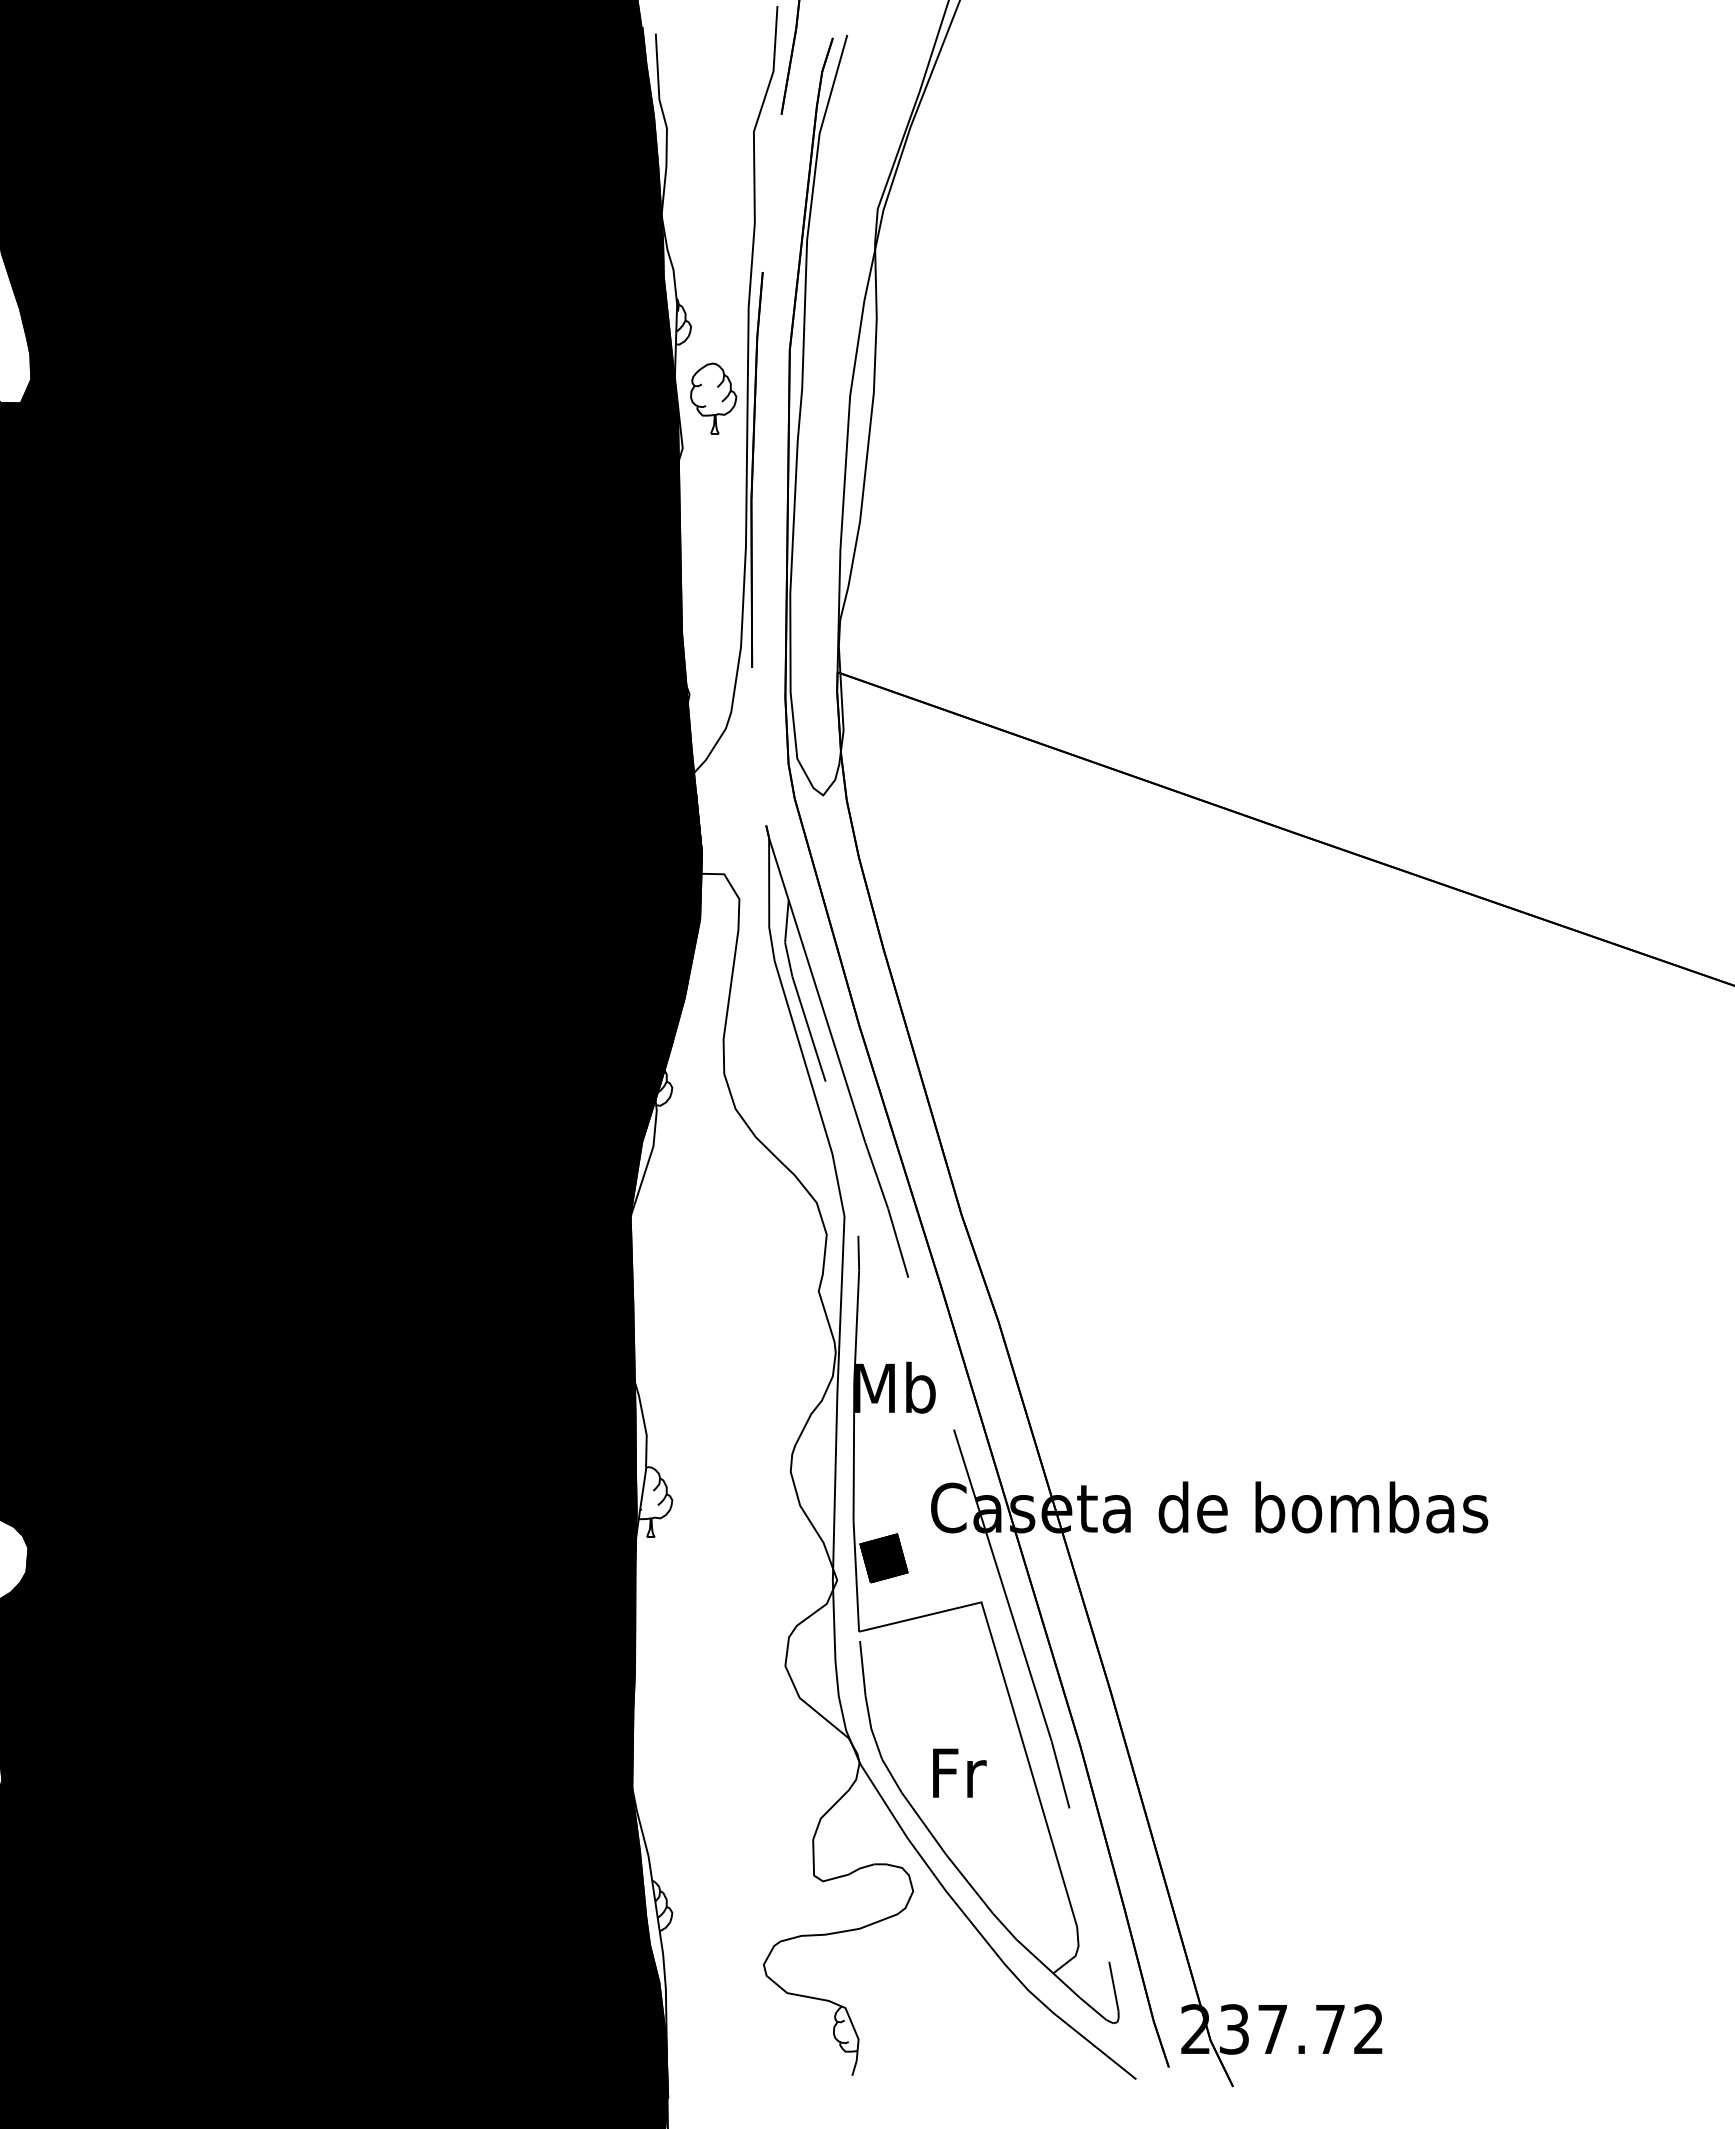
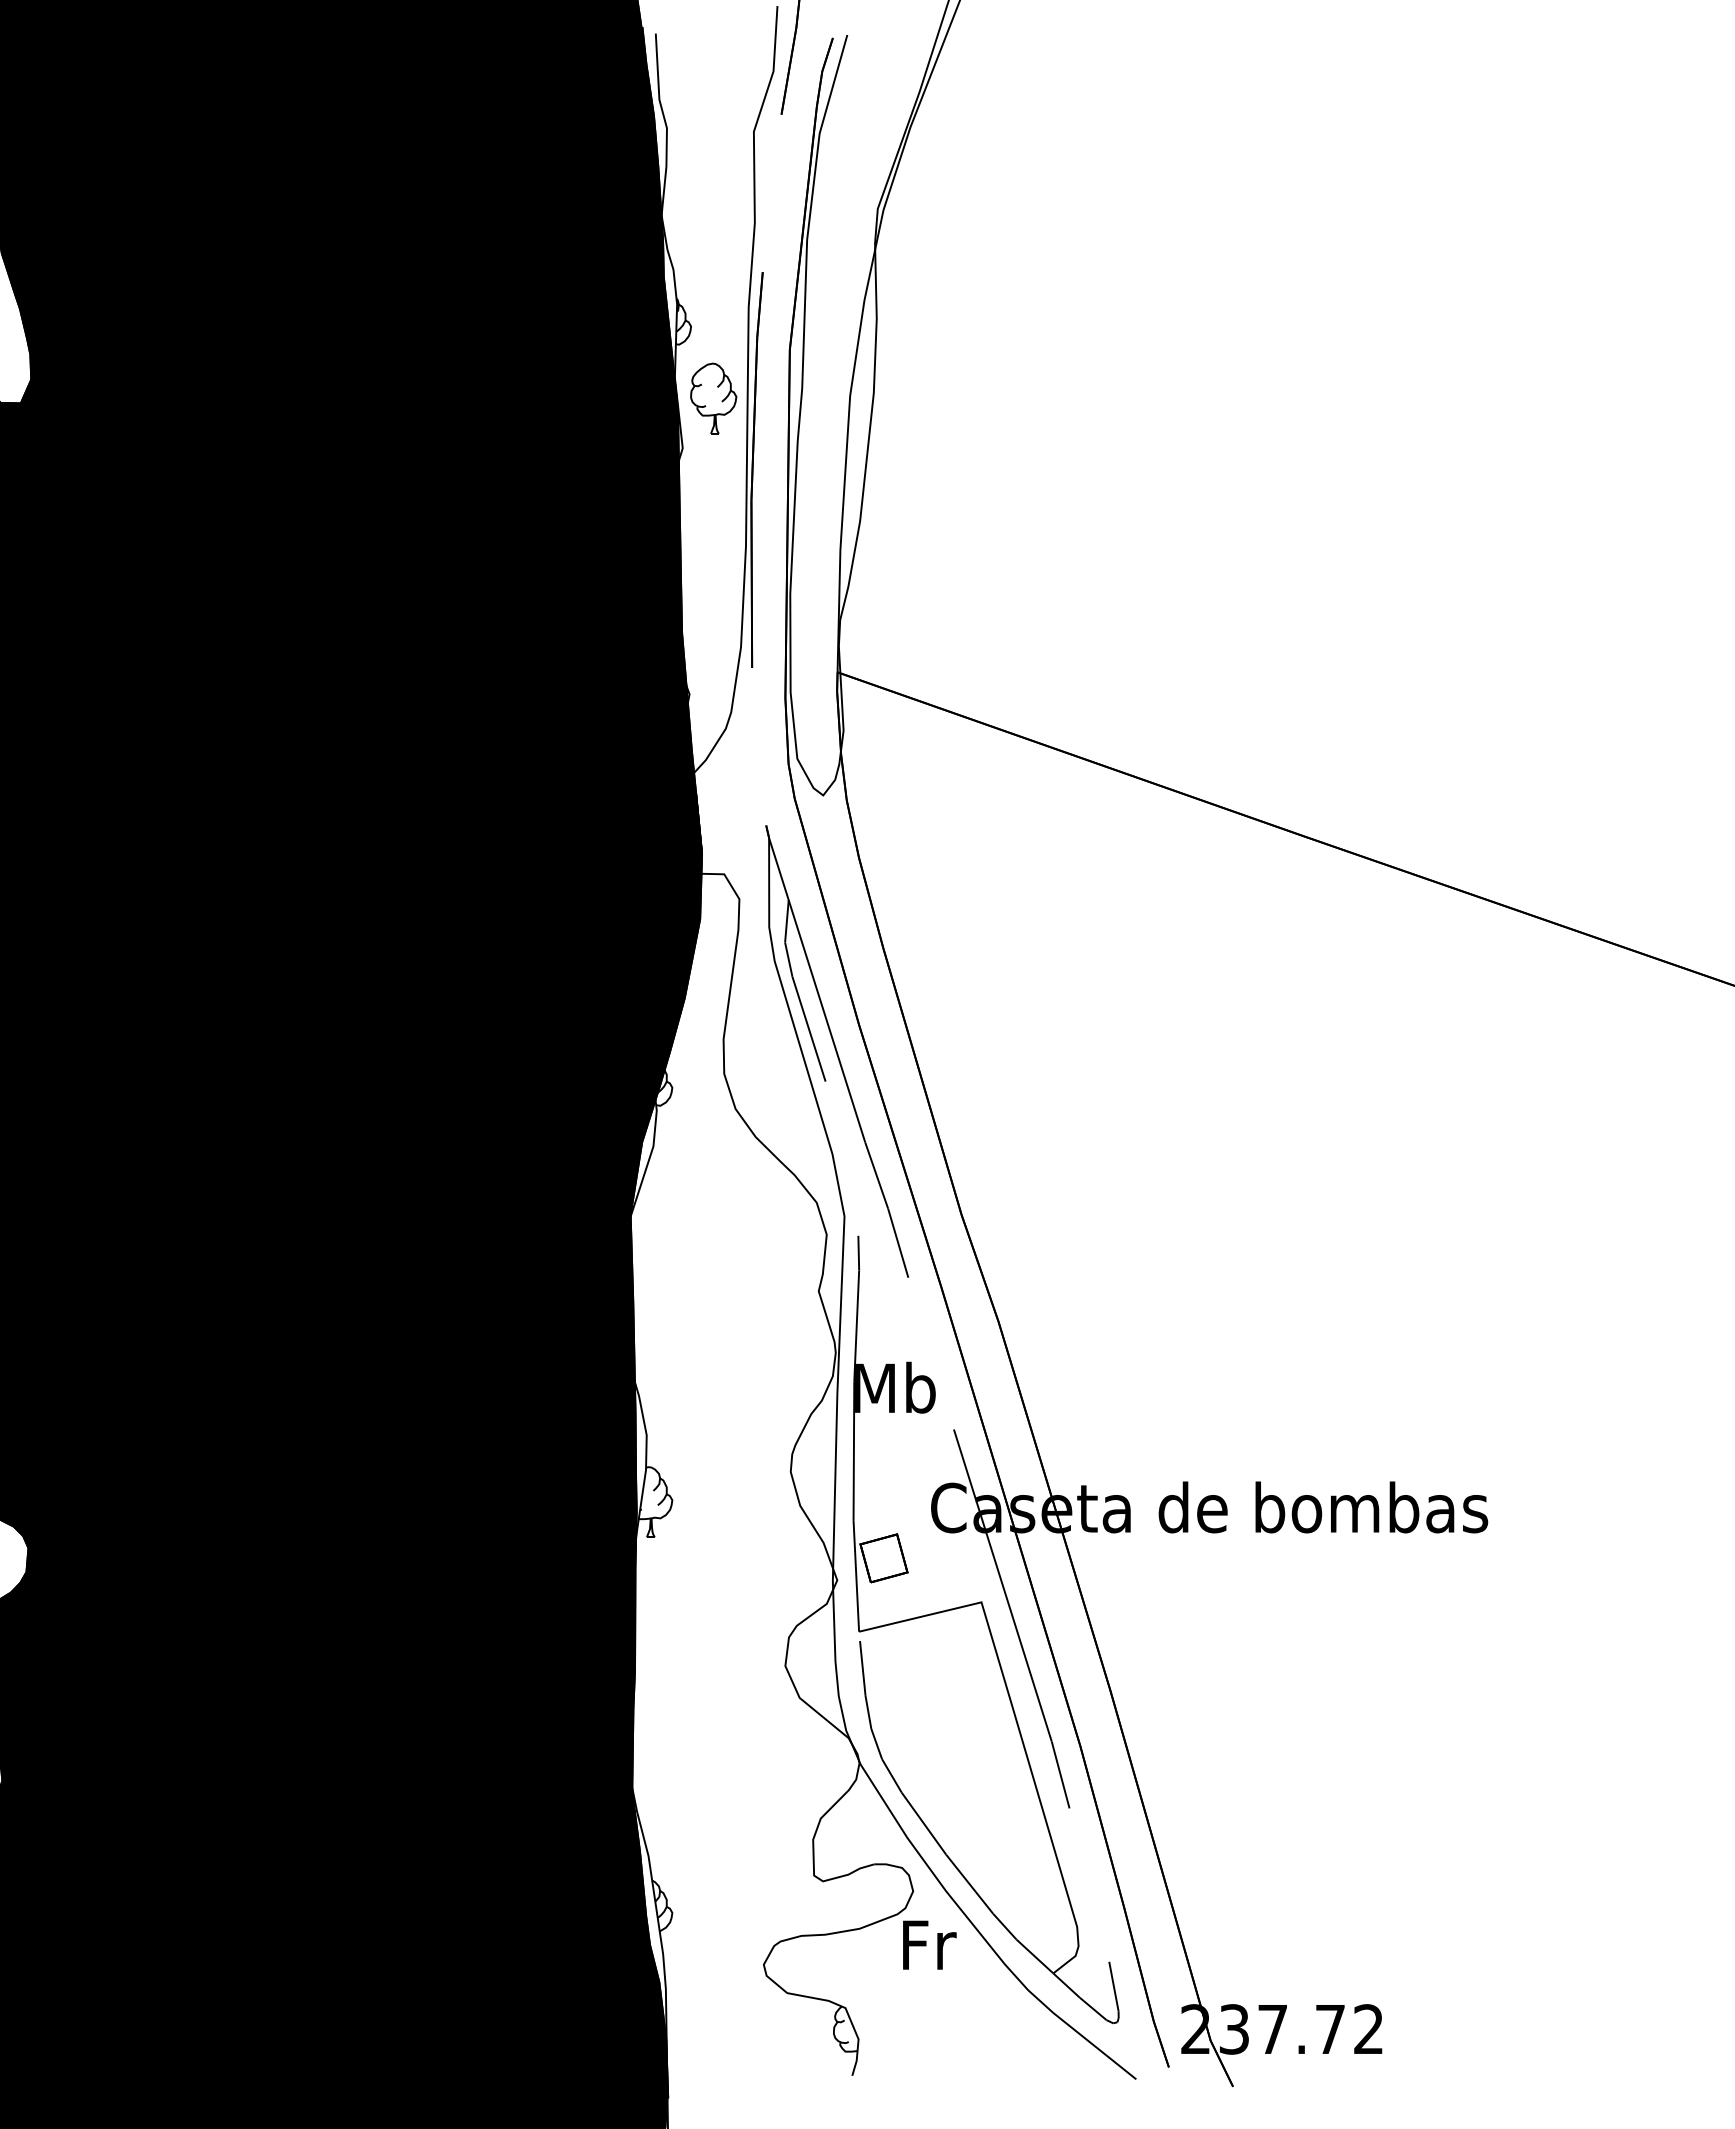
fill at (883, 1558): present -> none
text at (959, 1772) position: (959, 1772) -> (929, 1944)
